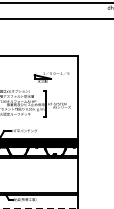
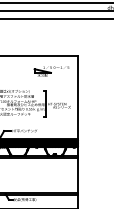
line at (56, 11): none -> present
part at (51, 77) position: (51, 77) -> (51, 71)
line at (39, 208): dashed -> solid
